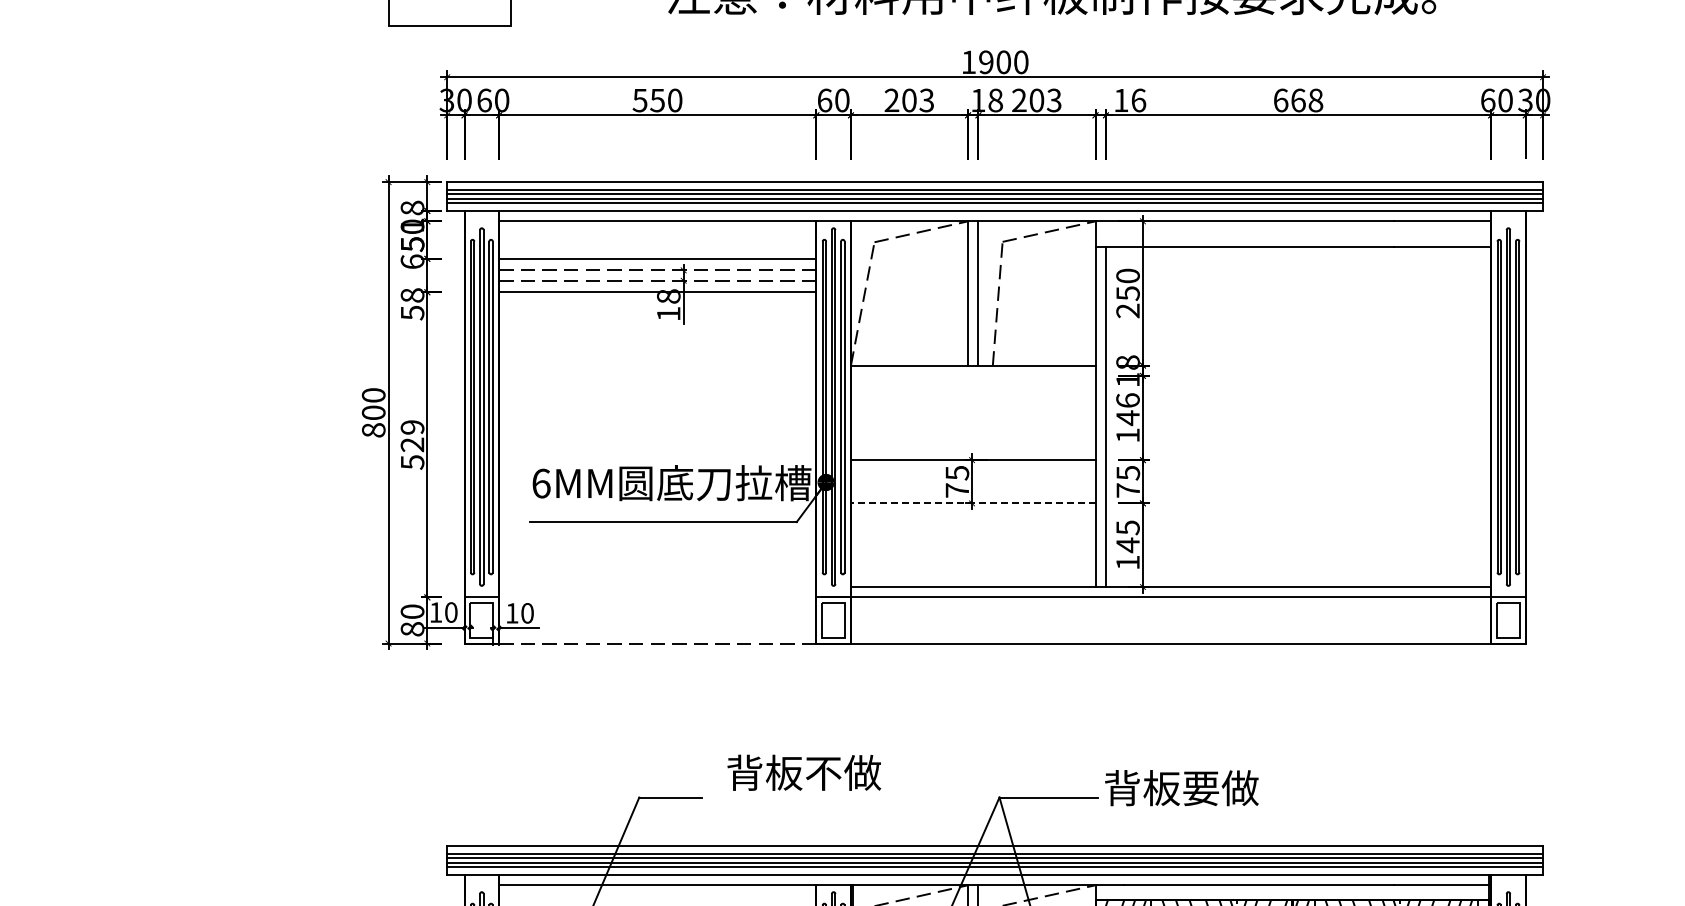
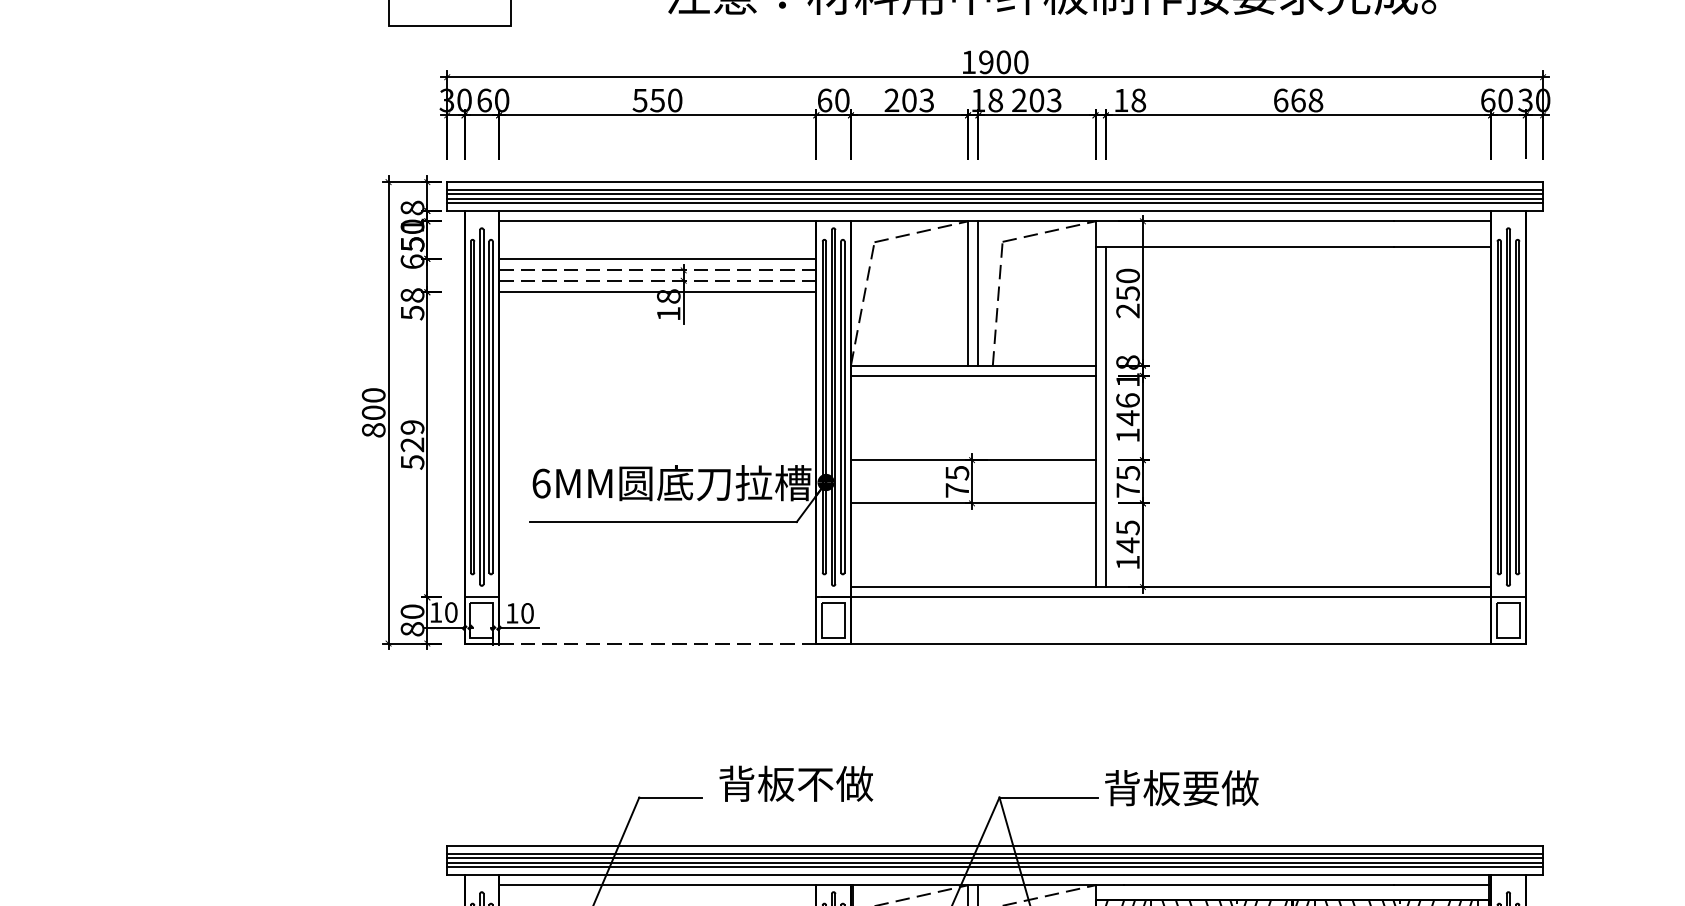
text at (1138, 100): 16 -> 18
line at (972, 375): none -> present
line at (972, 503): dashed -> solid
text at (804, 772) position: (804, 772) -> (796, 783)
